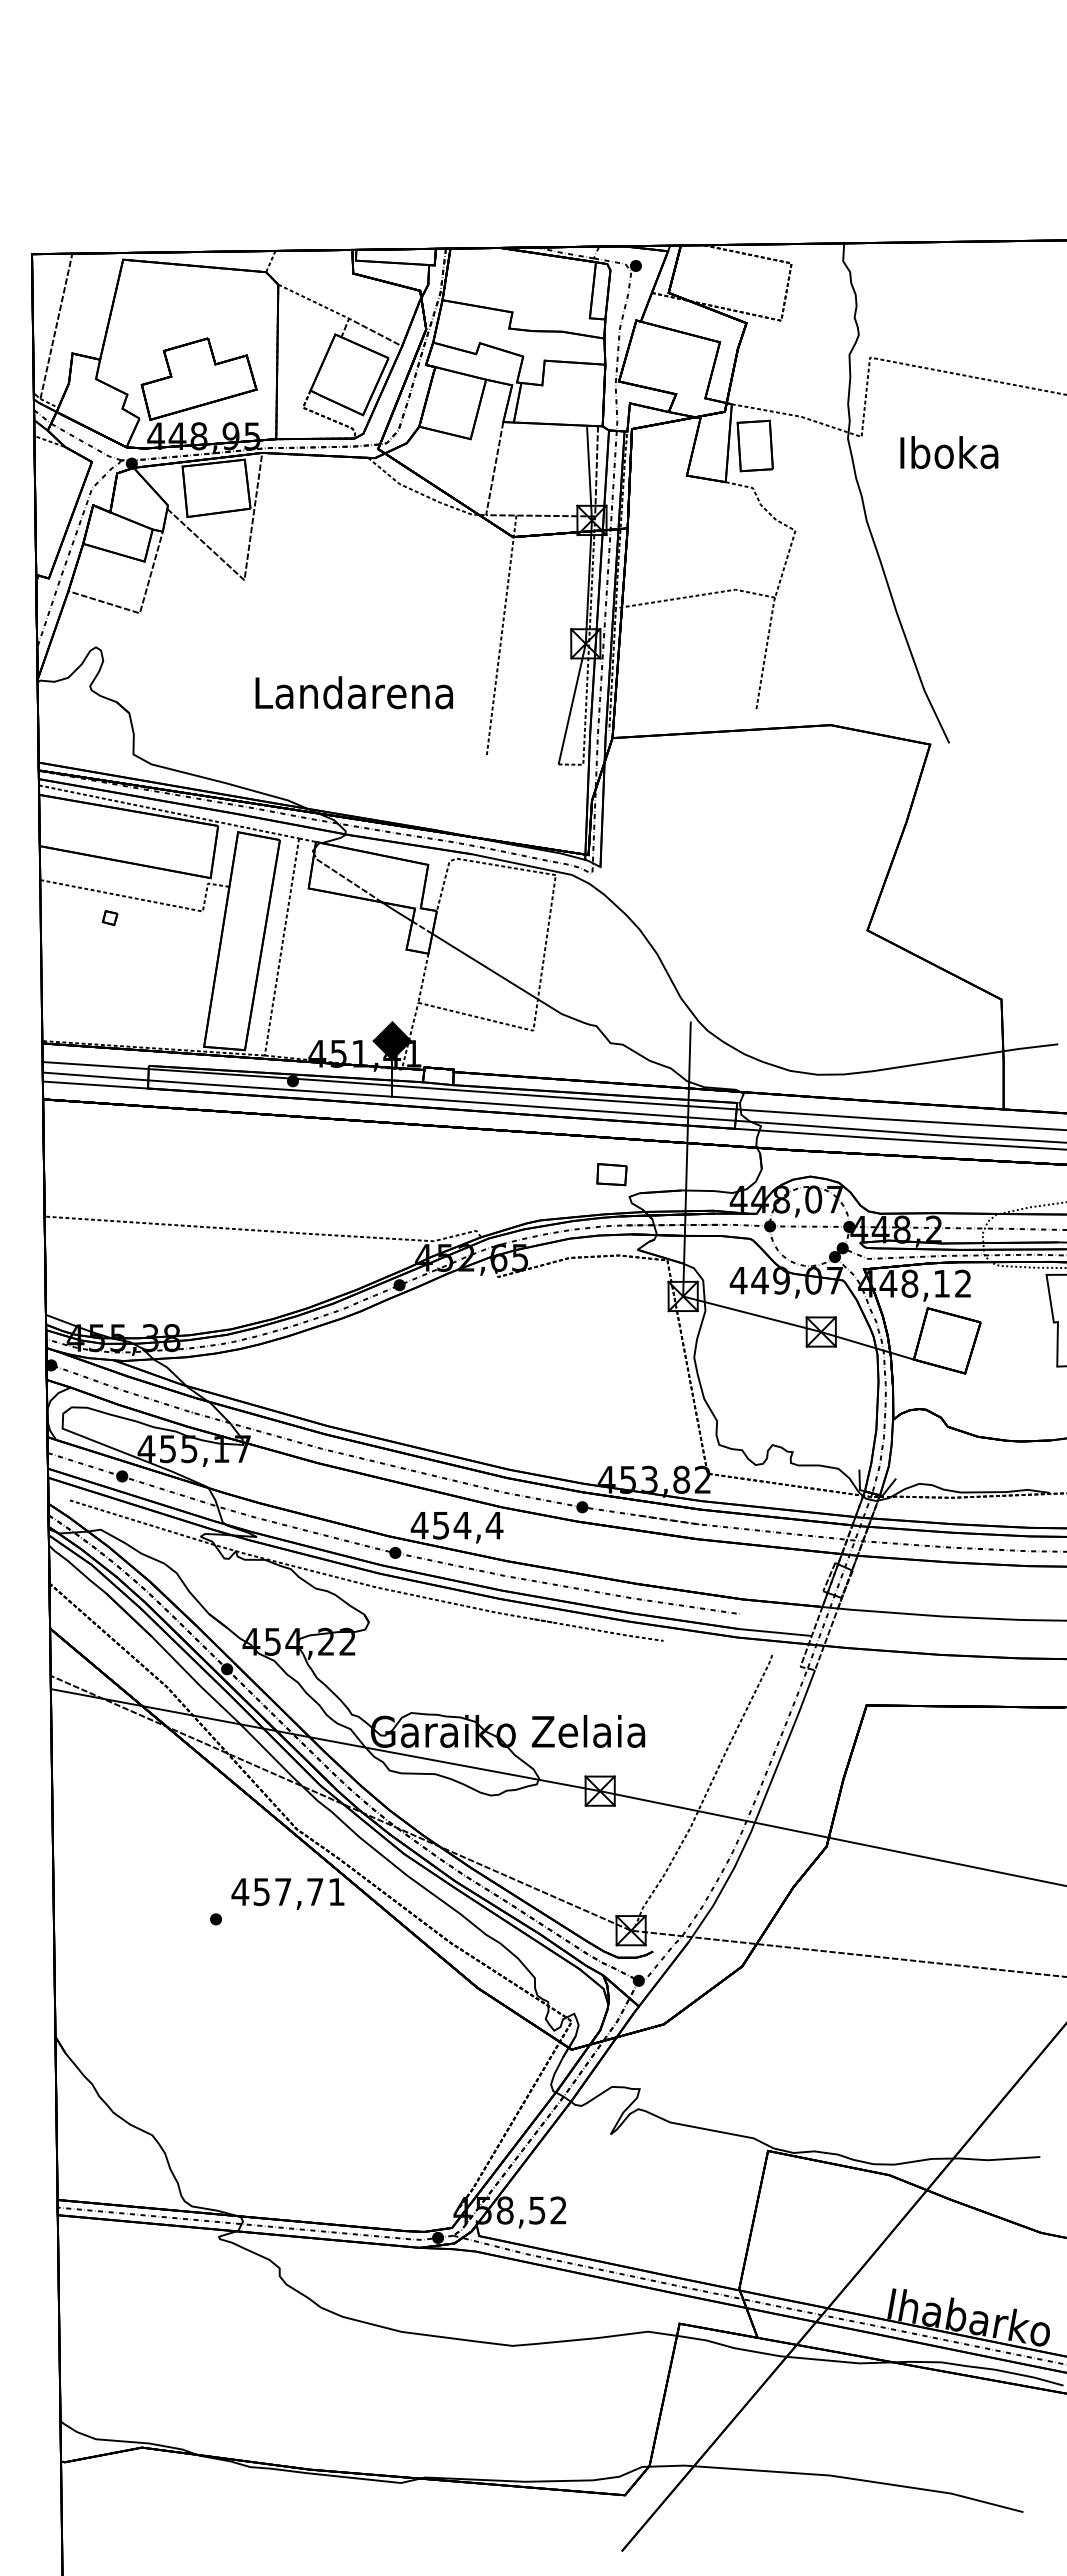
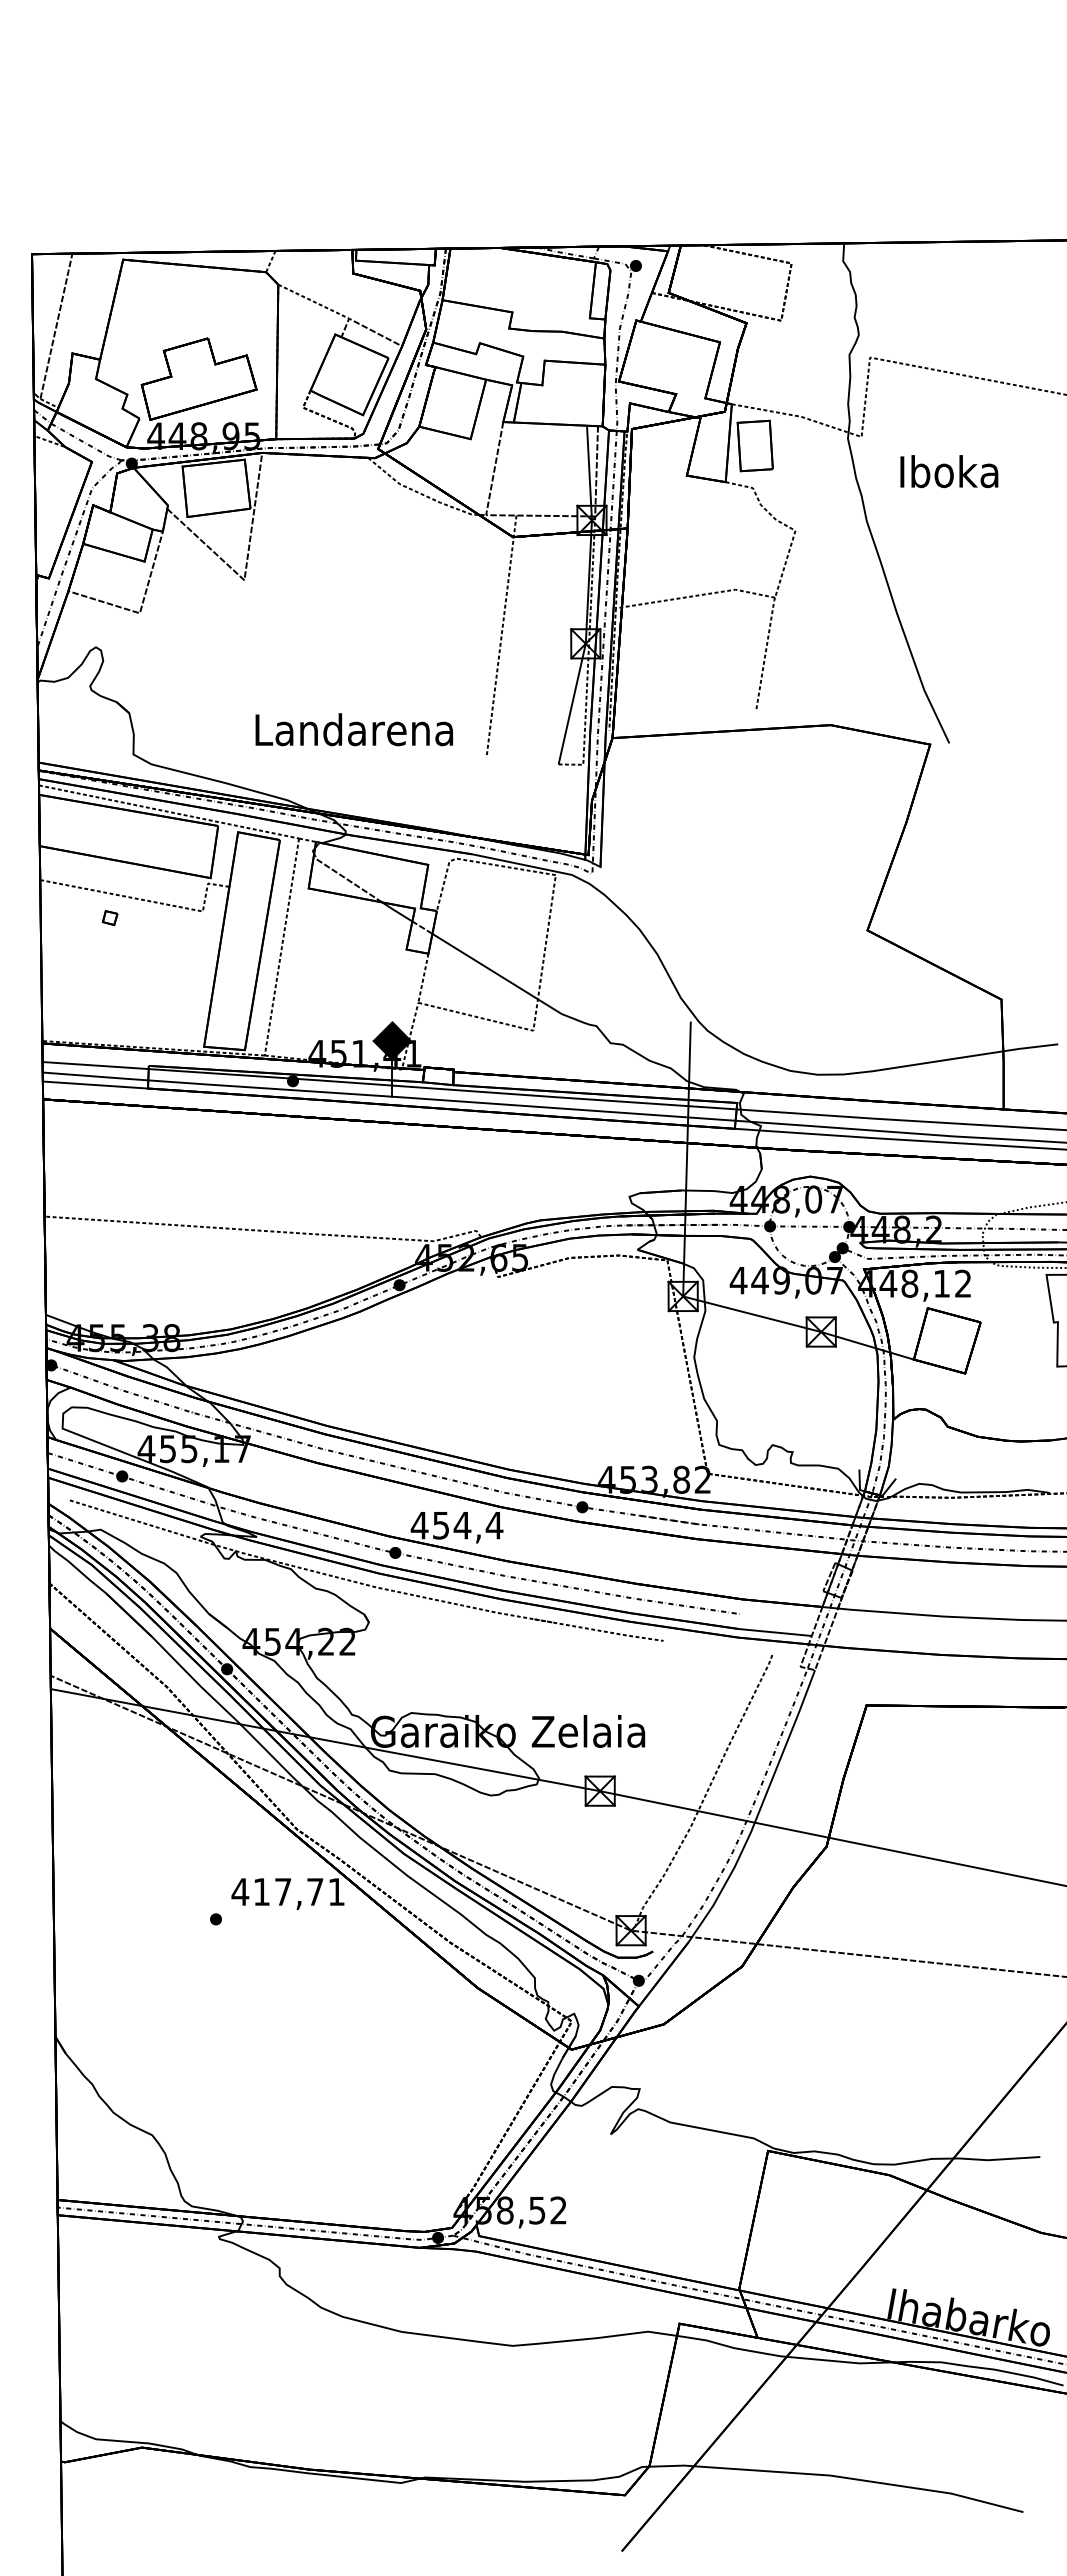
text at (949, 452) position: (949, 452) -> (949, 471)
text at (353, 692) position: (353, 692) -> (353, 729)
part at (611, 1174): present -> none
text at (261, 1892): 457,71 -> 417,71
